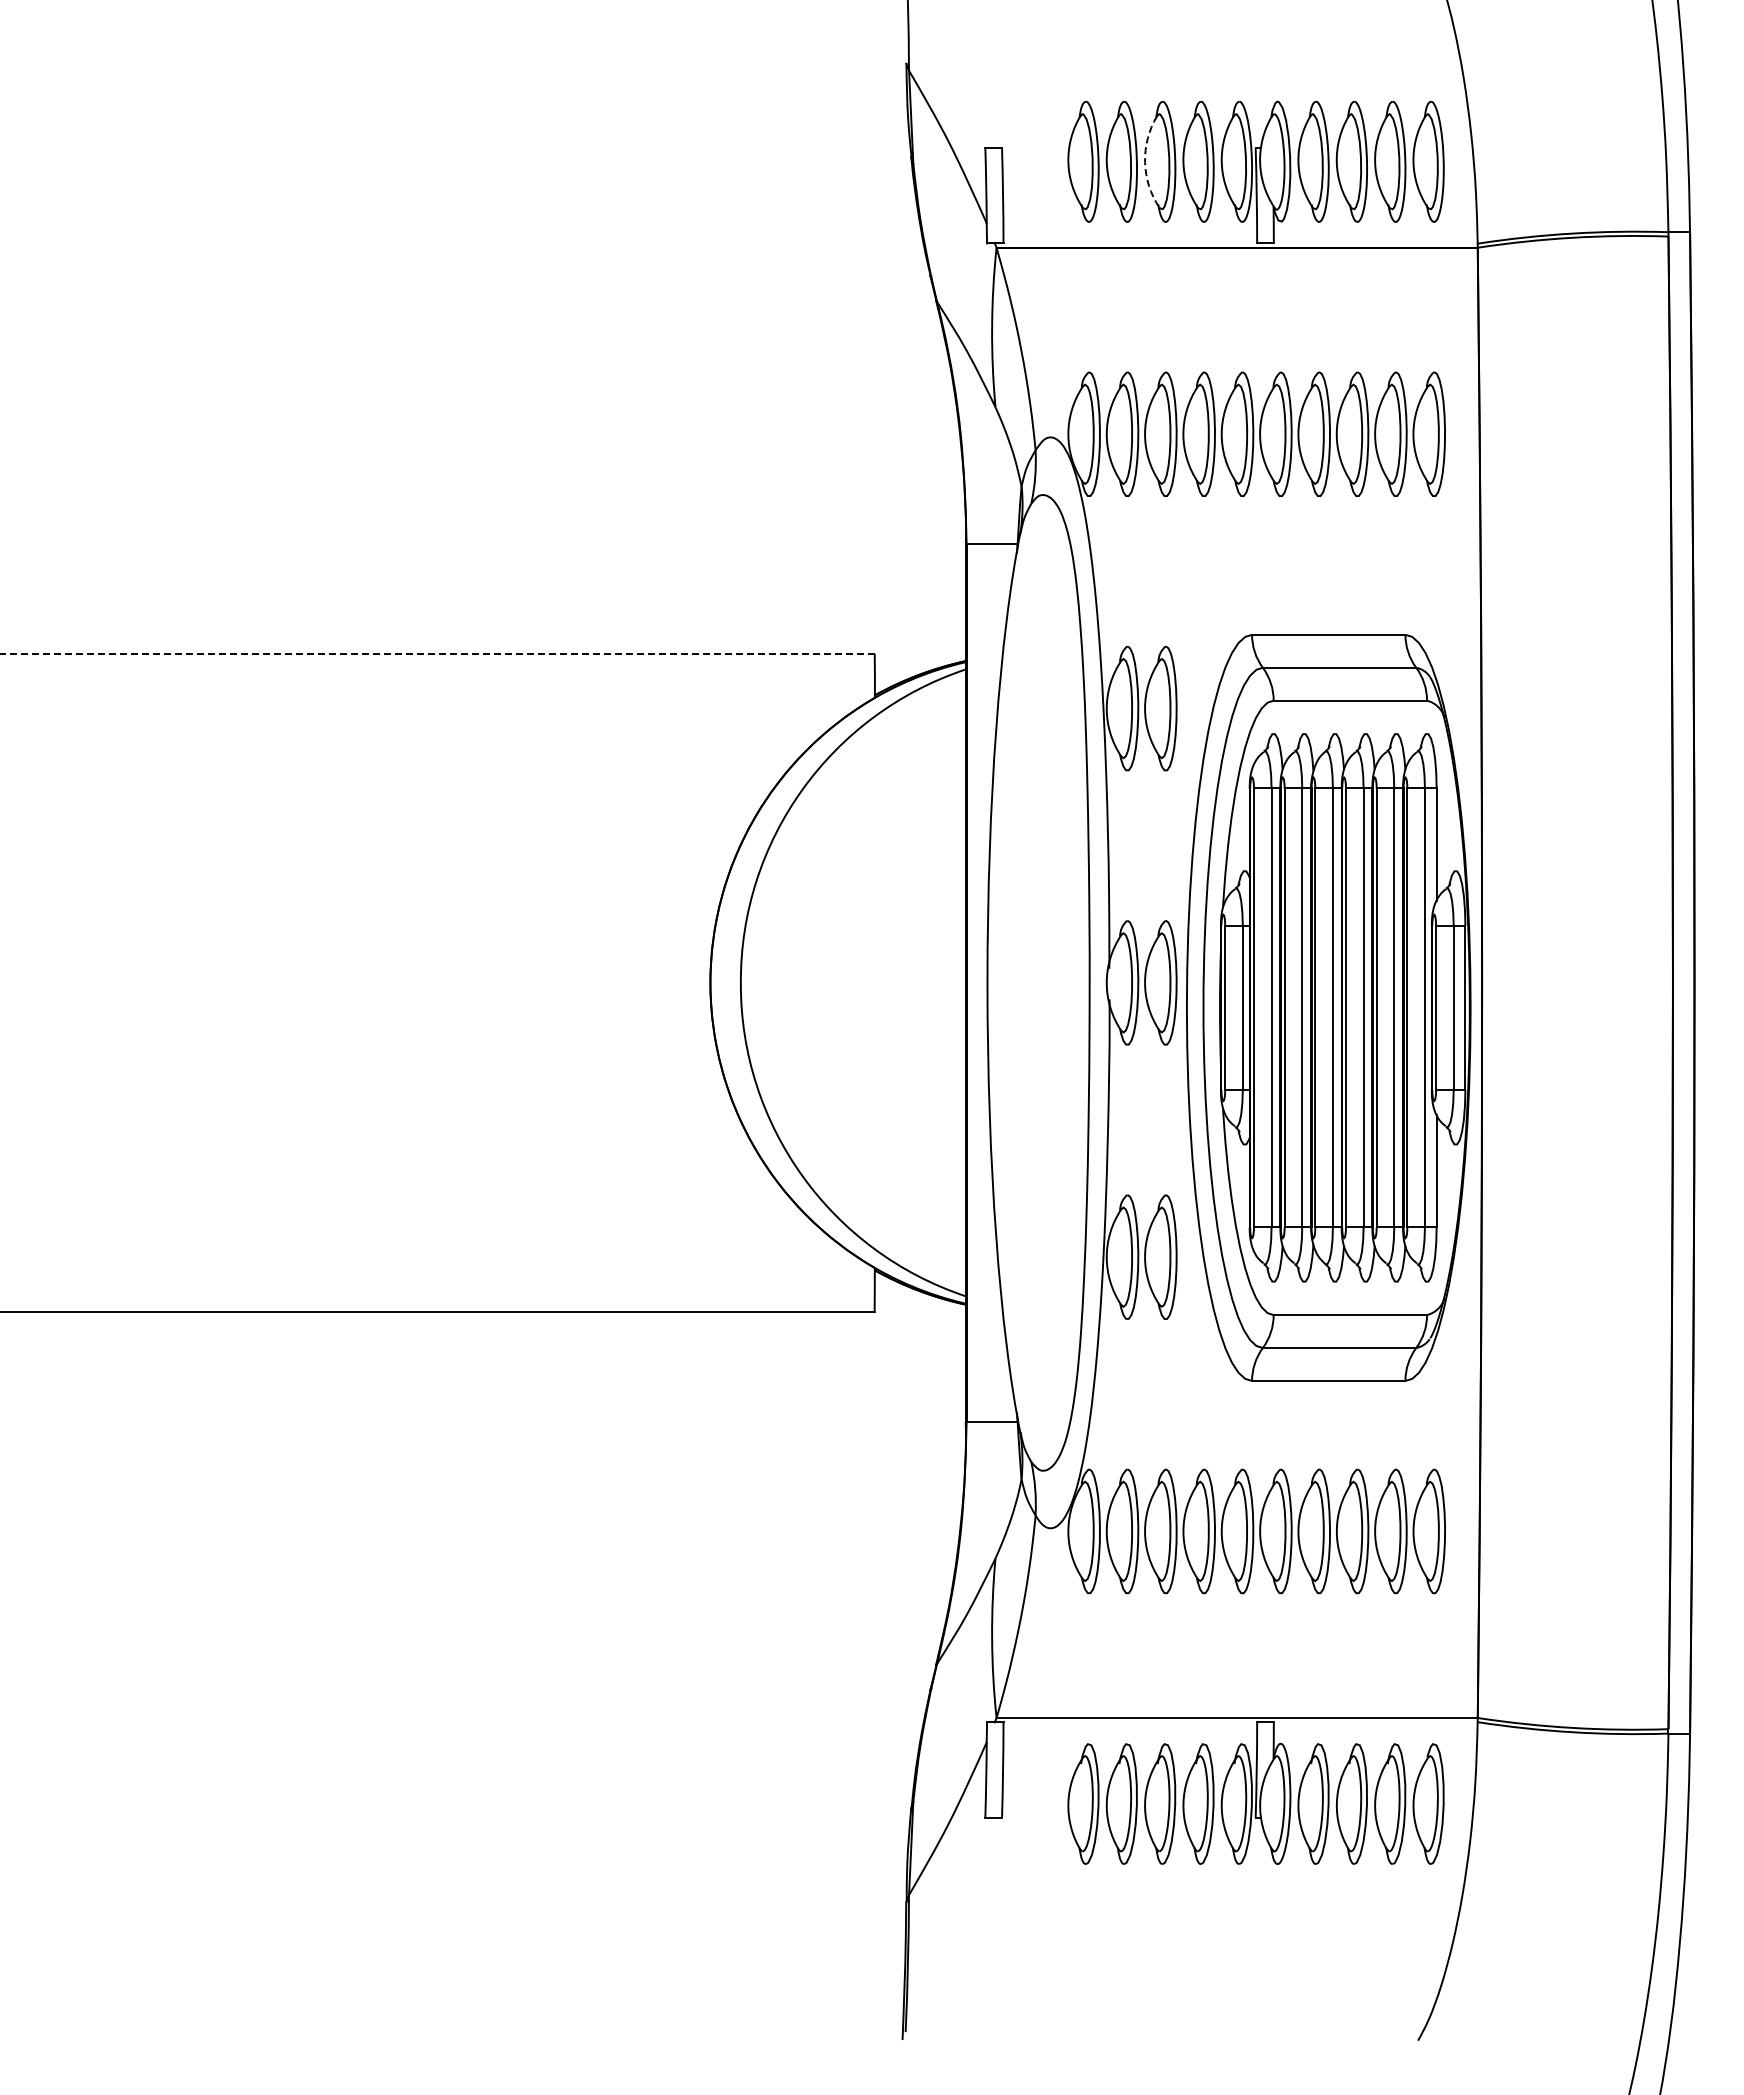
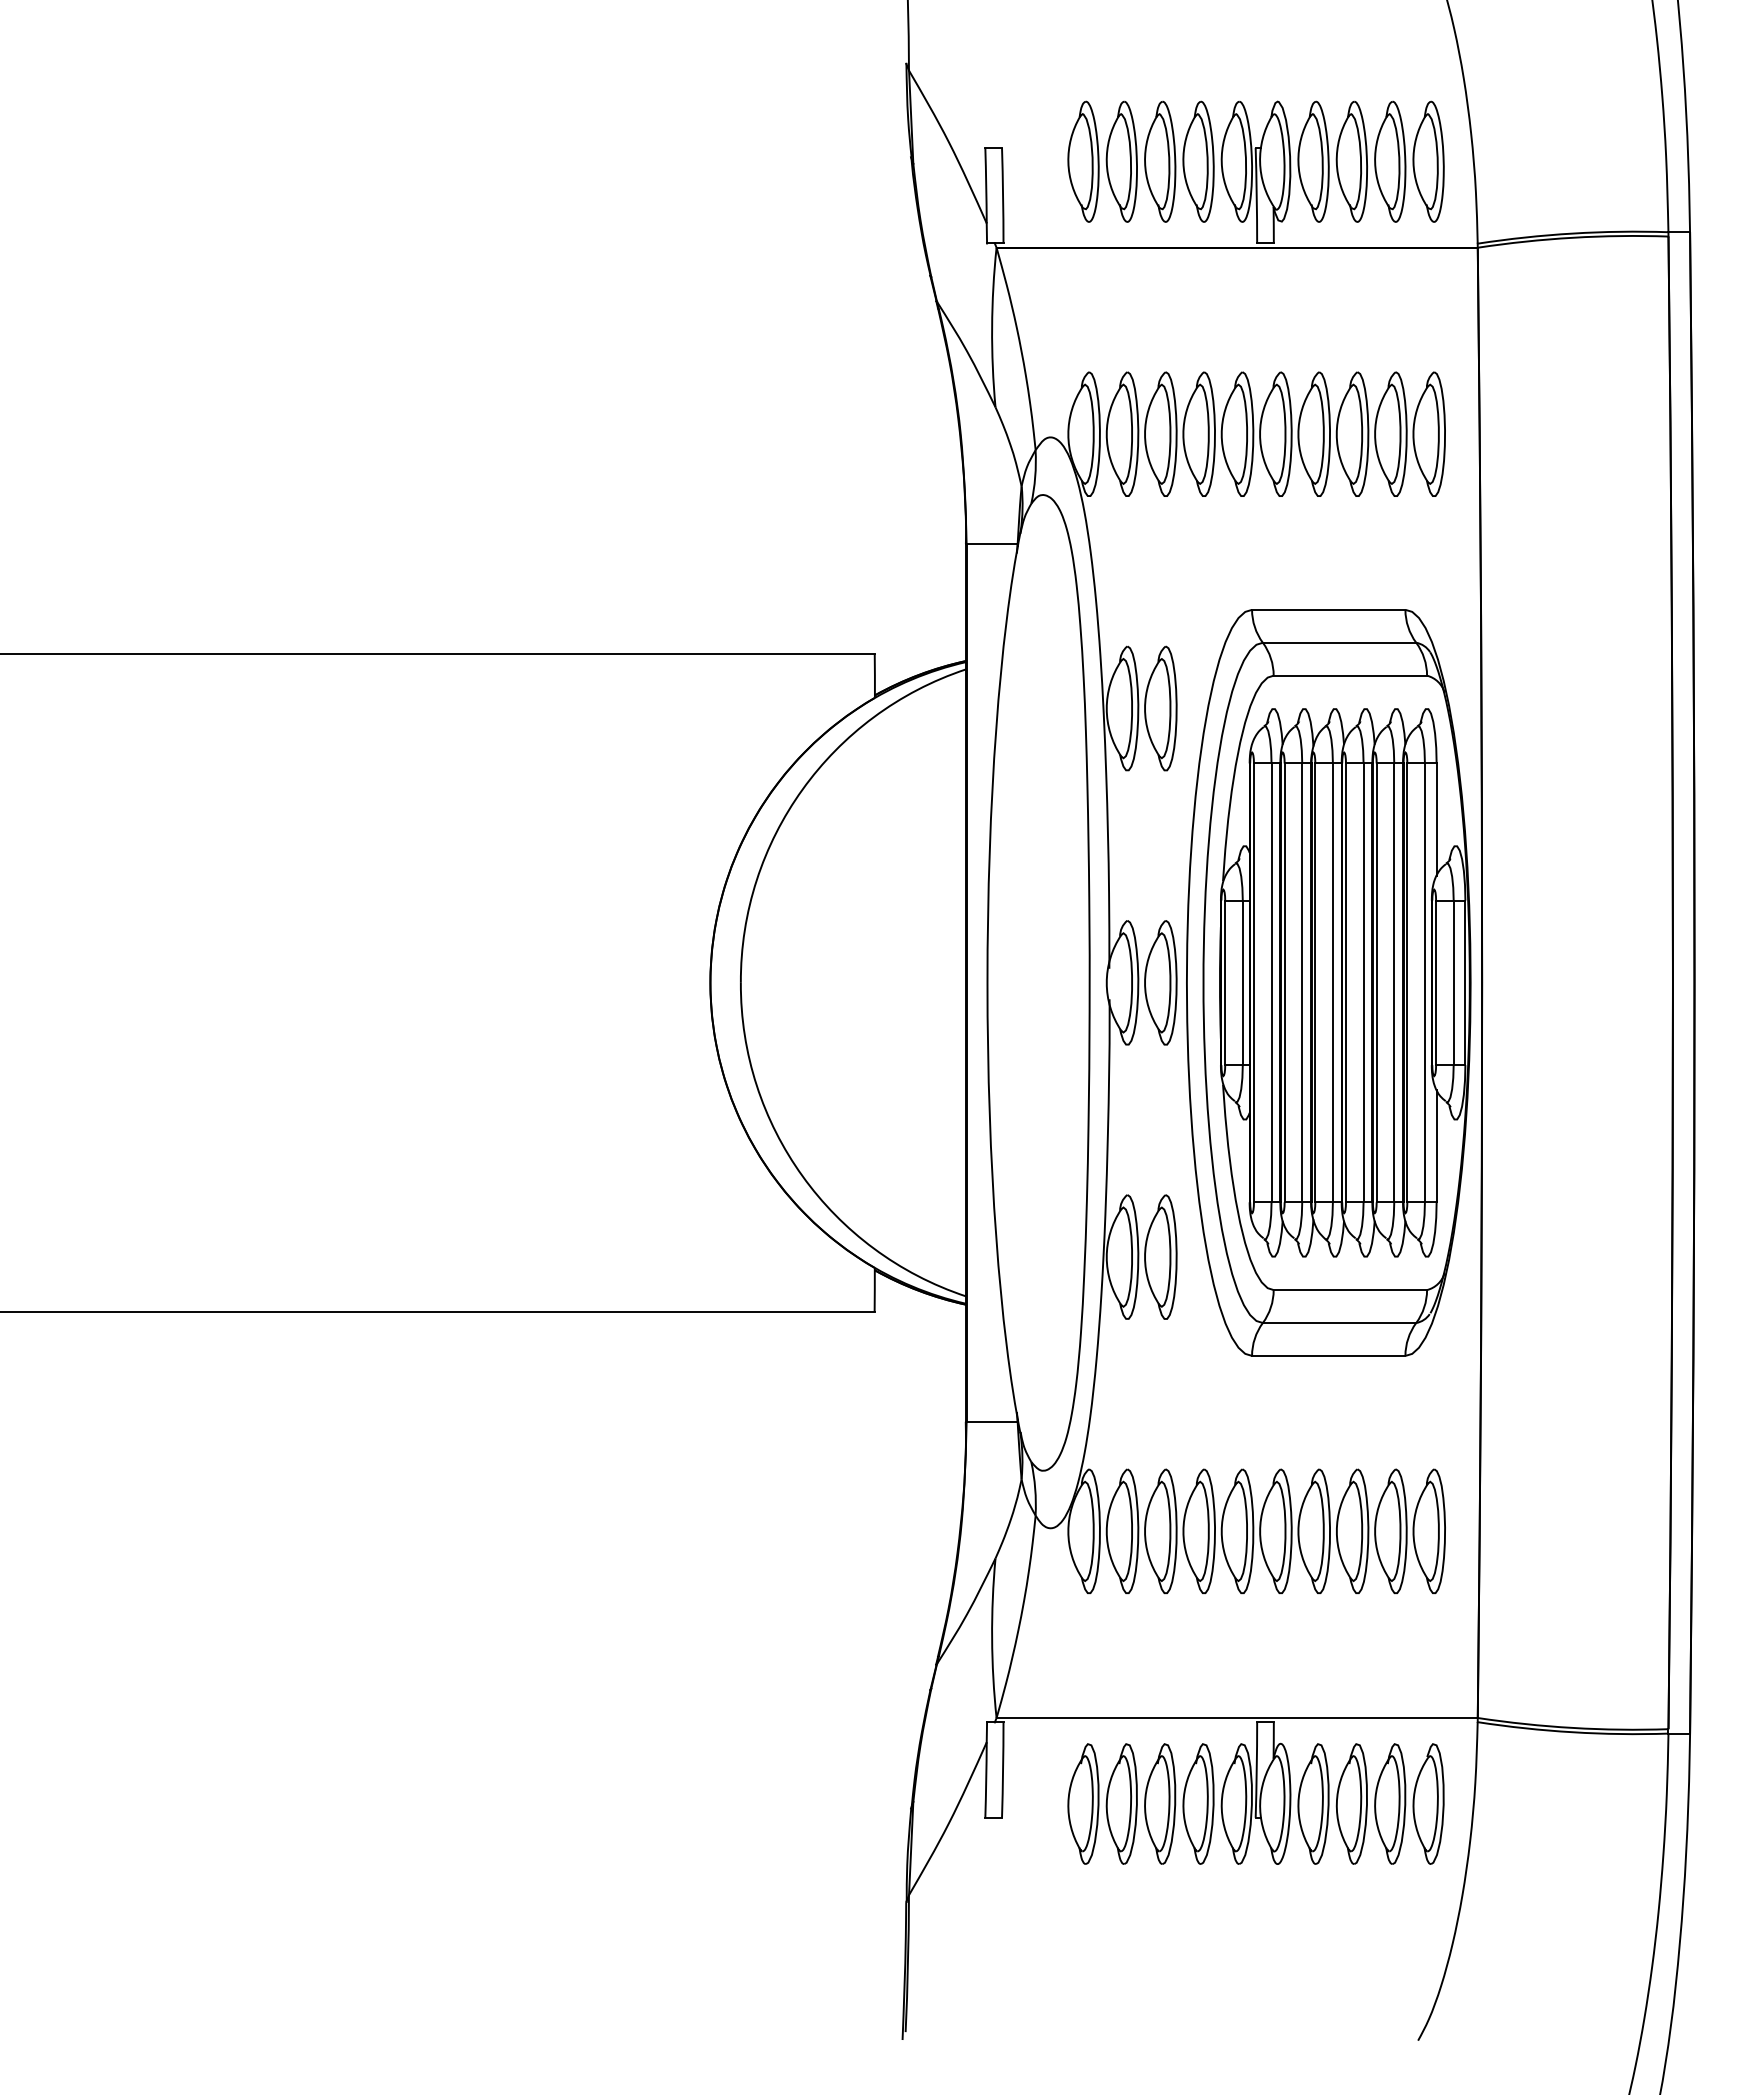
arc at (1145, 162): dashed -> solid
line at (436, 653): dashed -> solid
part at (1328, 1007) position: (1328, 1007) -> (1328, 982)
